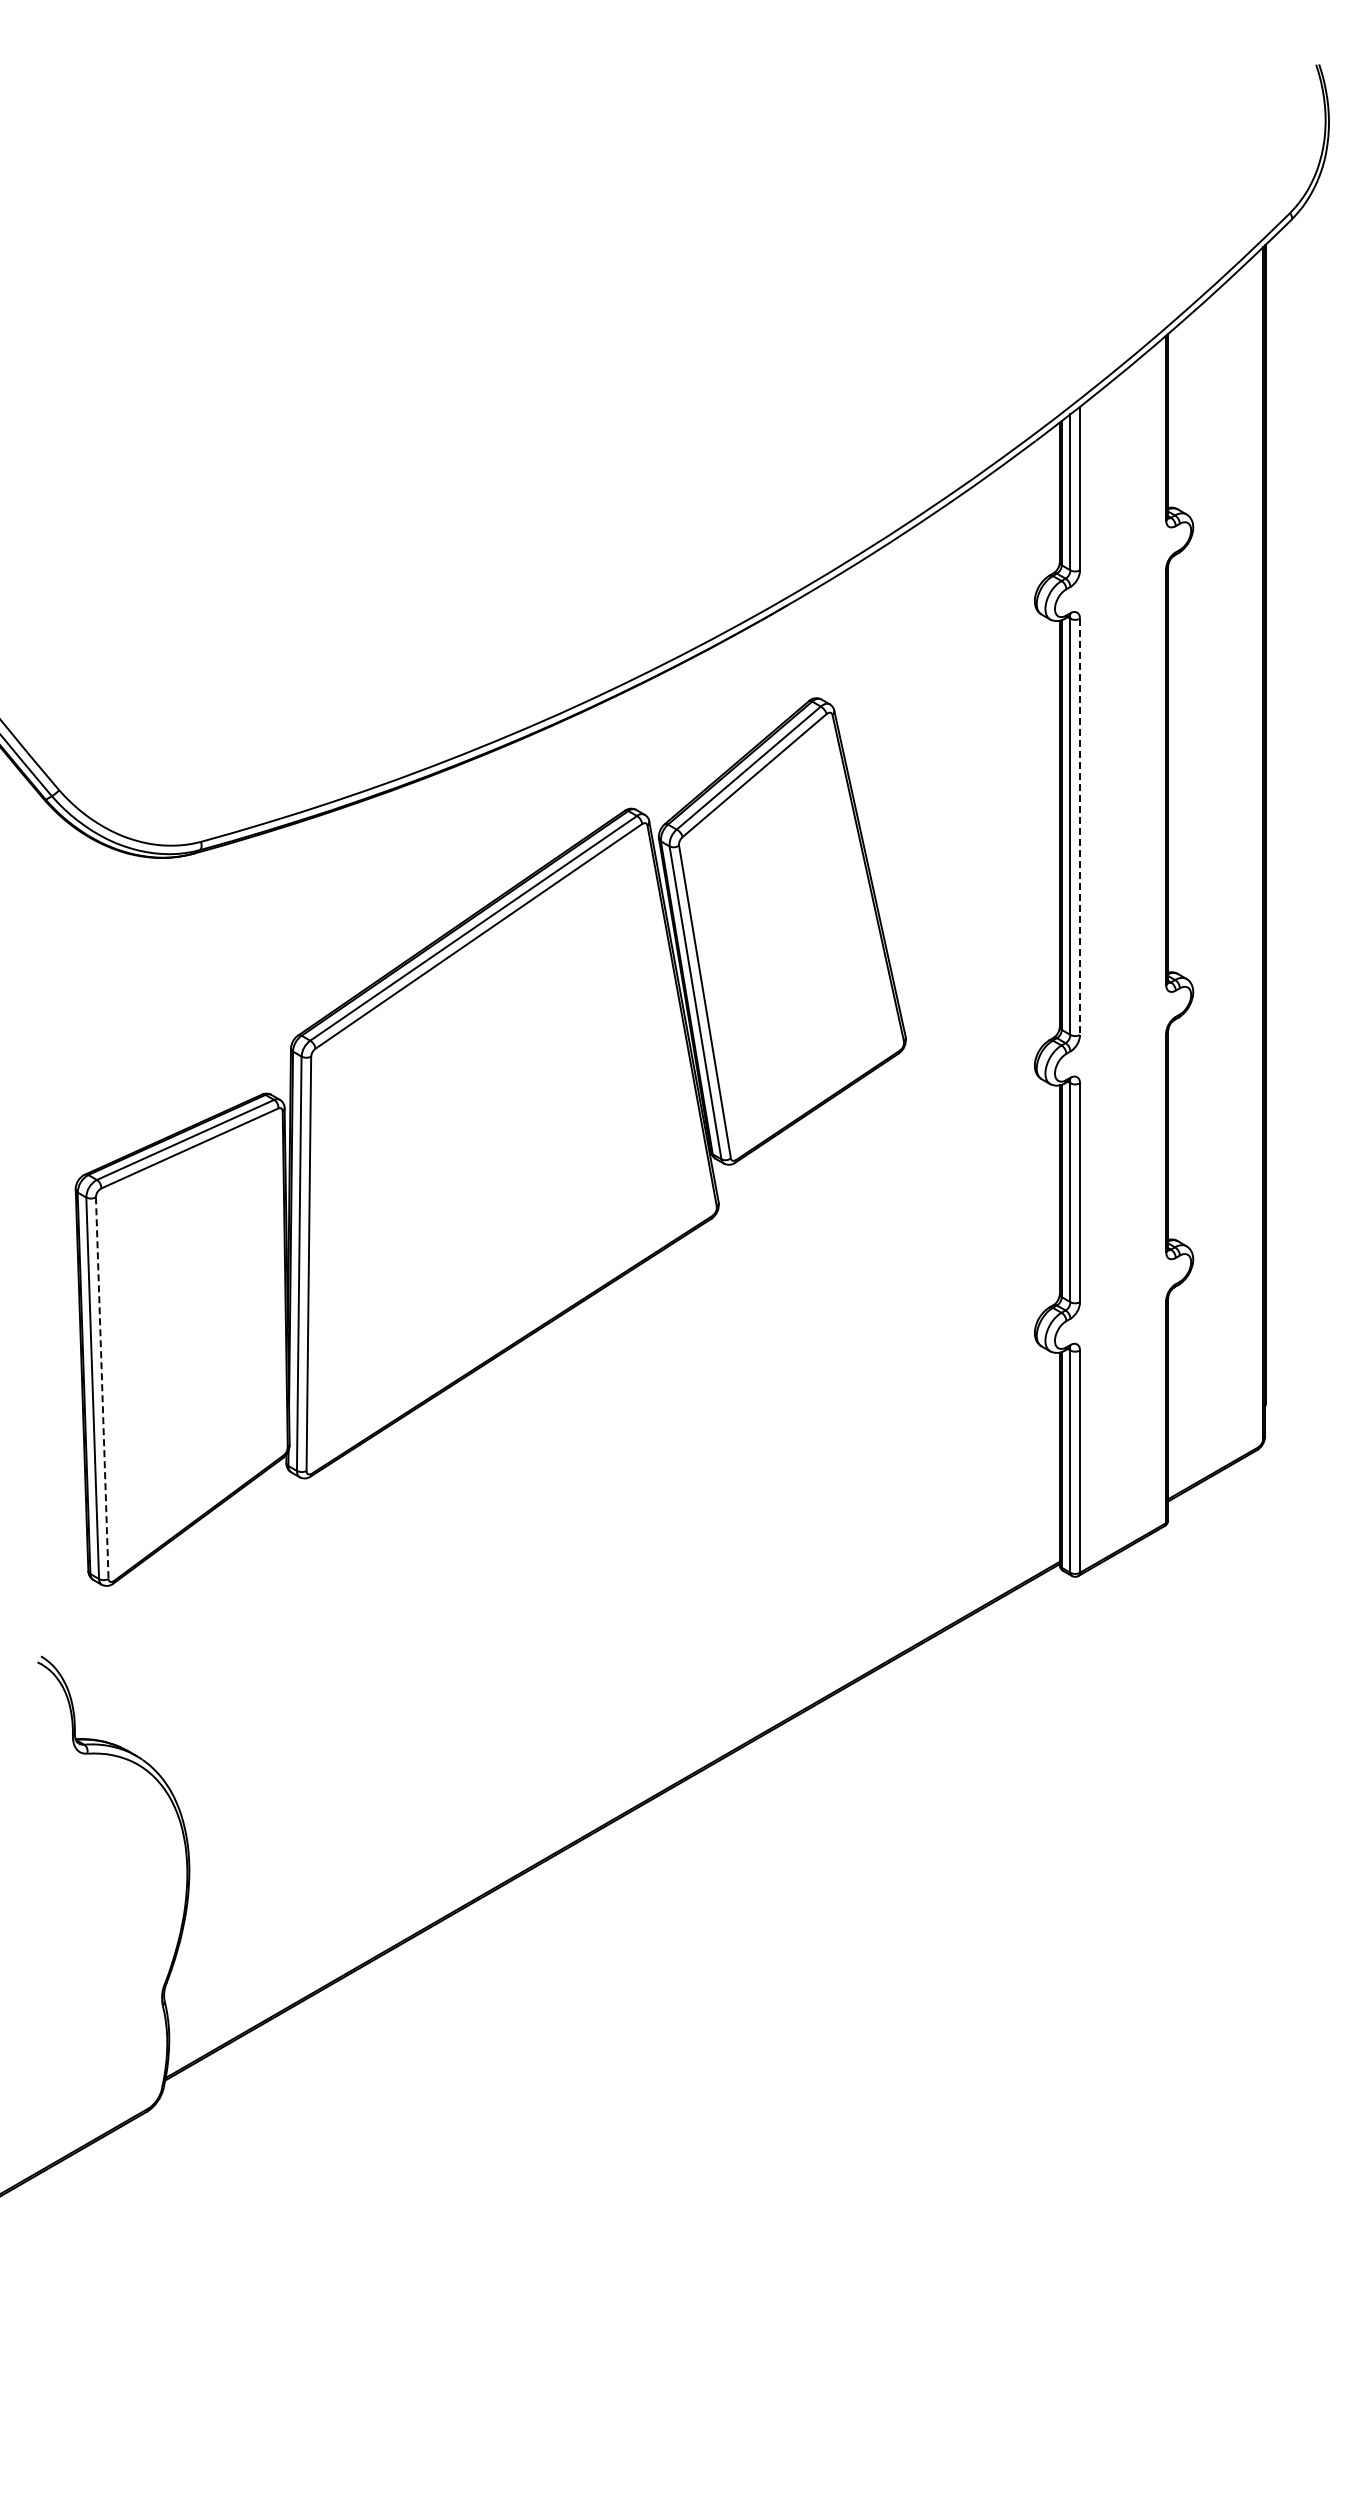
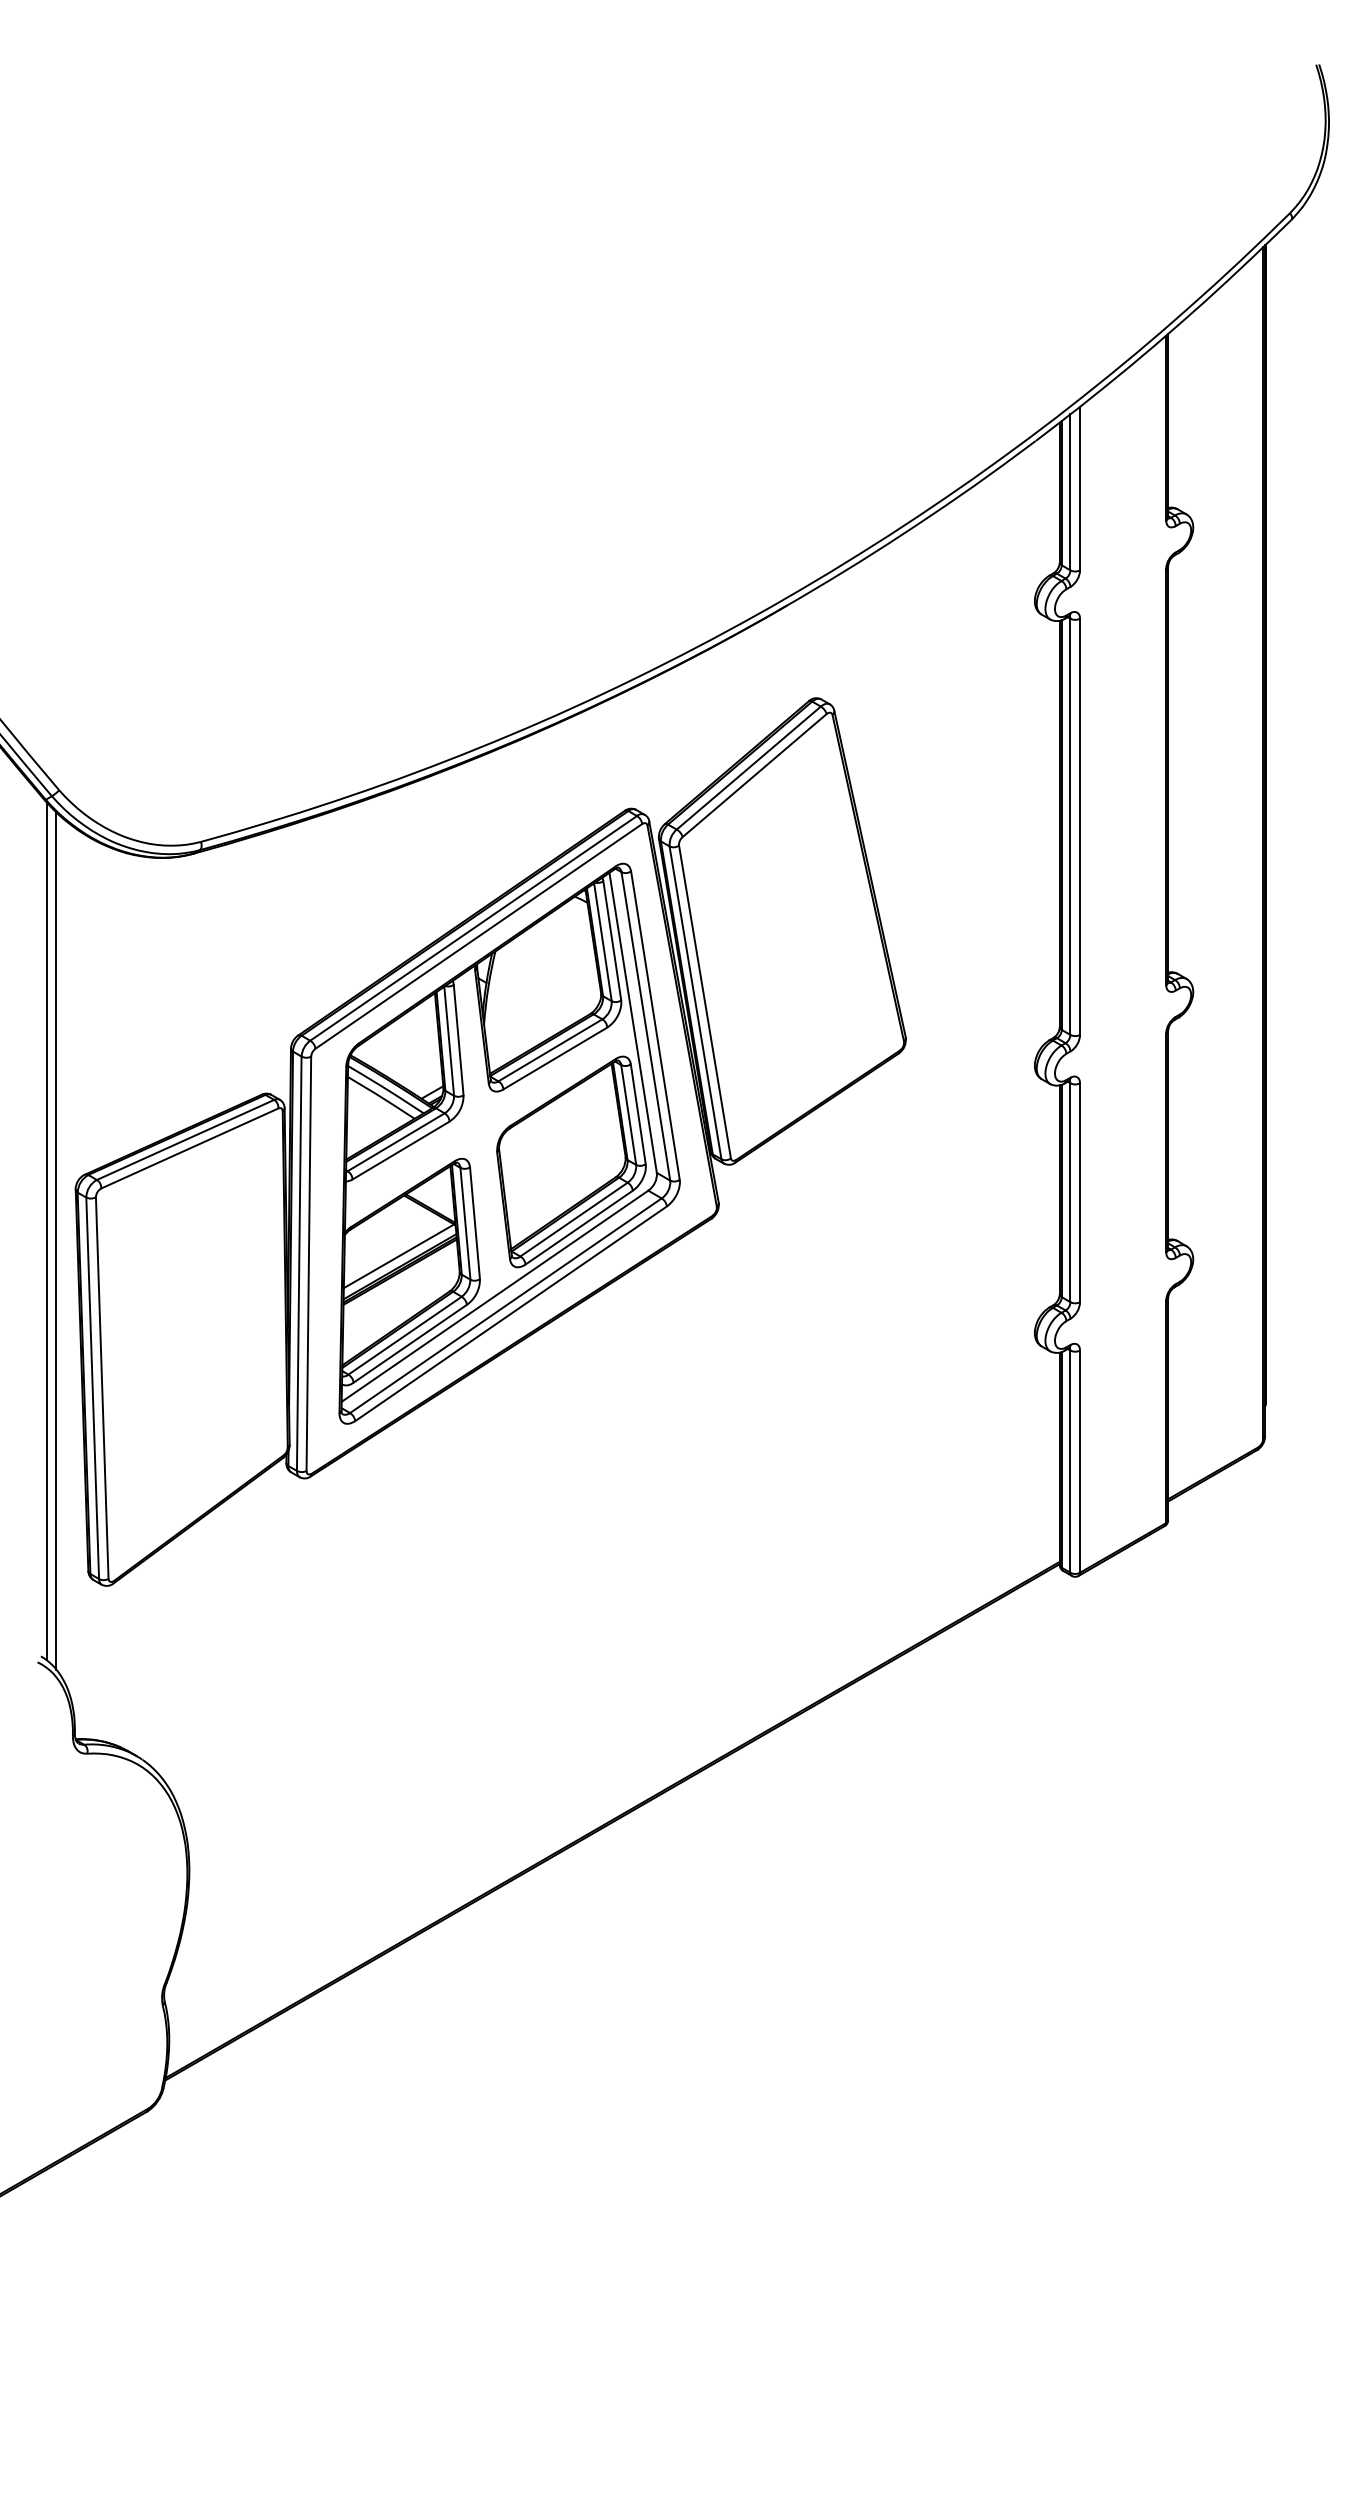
line at (1079, 827): dashed -> solid
part at (509, 1143): none -> present
line at (46, 1231): none -> present
line at (56, 1240): none -> present
line at (102, 1388): dashed -> solid
